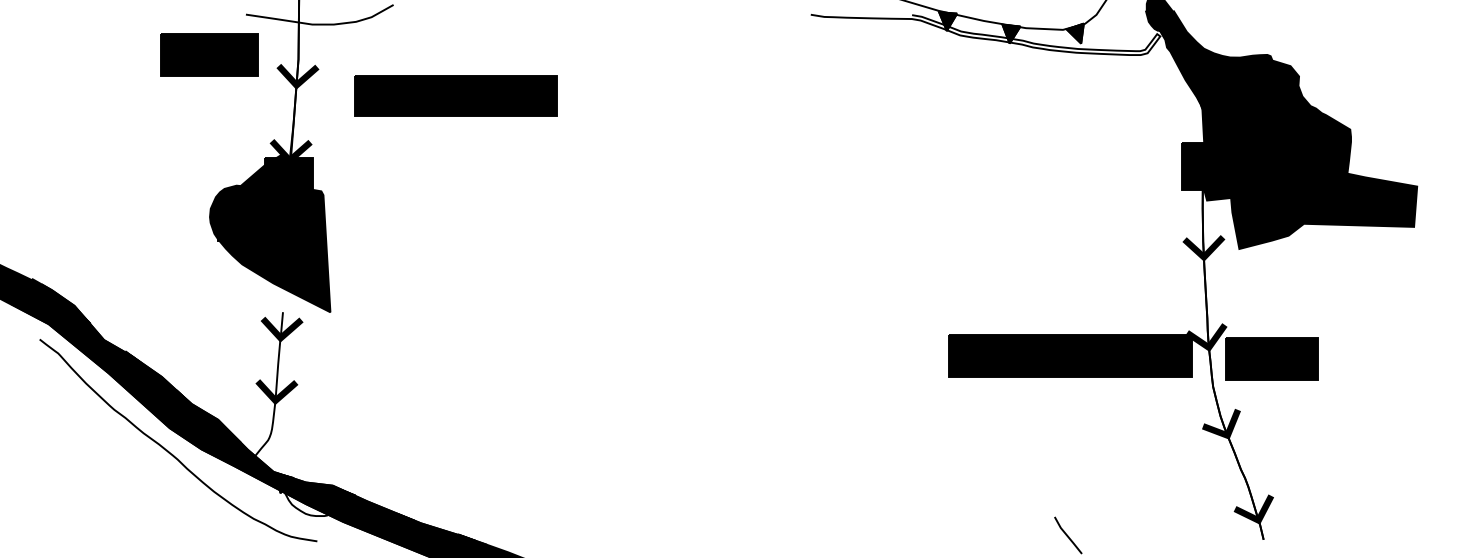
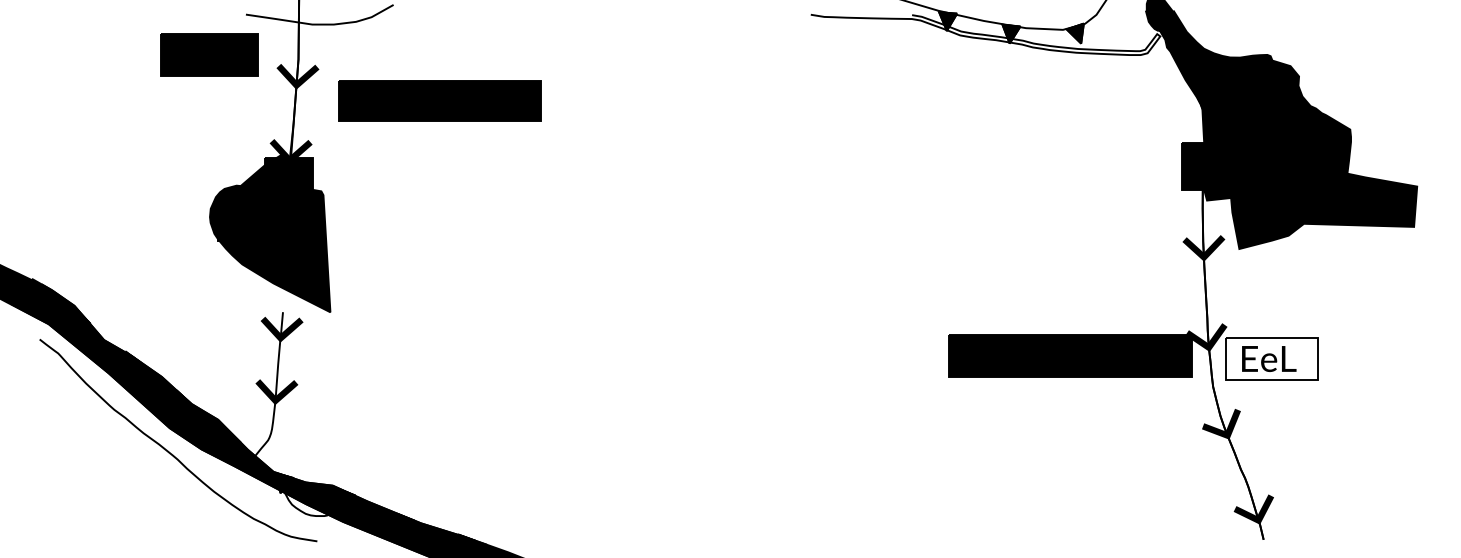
part at (455, 95) position: (455, 95) -> (439, 100)
fill at (1271, 359): present -> none
line at (1068, 535): present -> none
